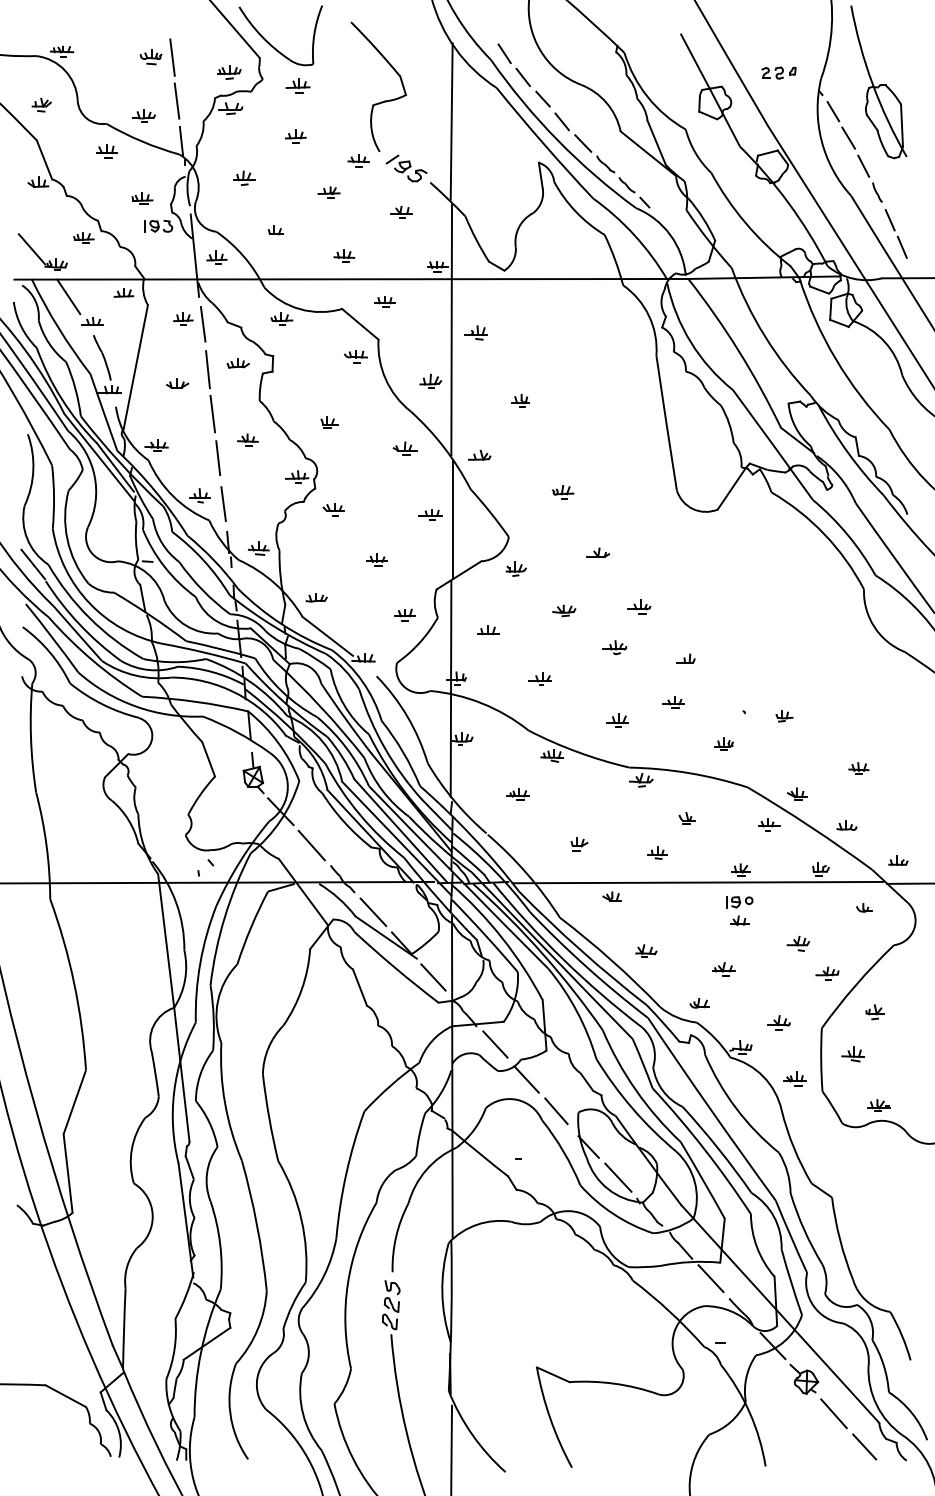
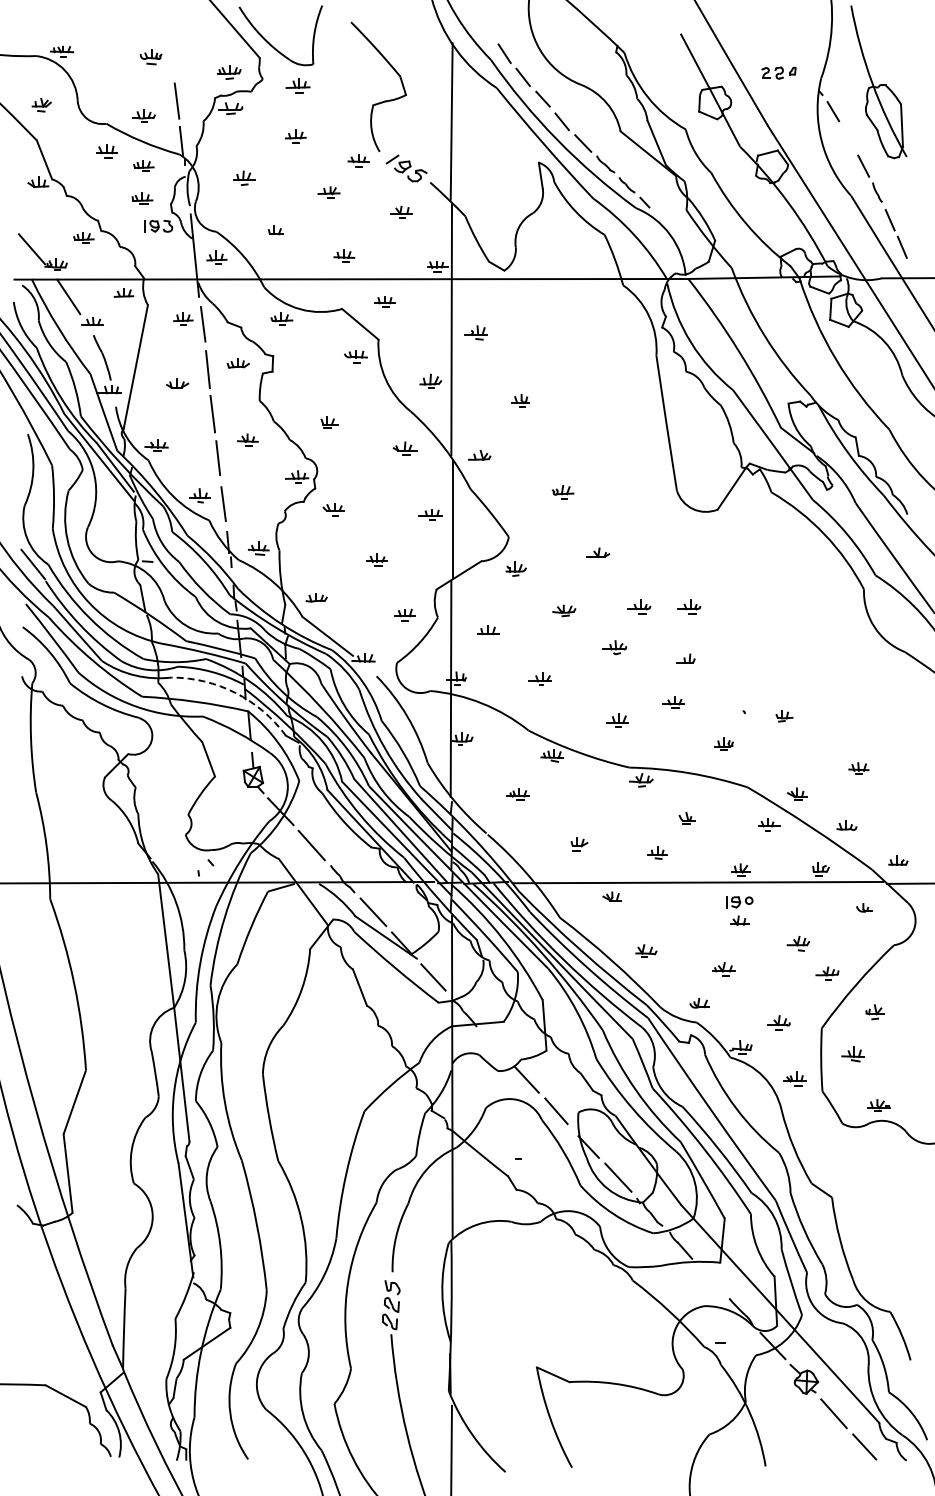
line at (172, 57): present -> none
line at (848, 137): present -> none
part at (143, 165): none -> present
part at (689, 606): none -> present
arc at (235, 693): solid -> dashed
line at (495, 1044): present -> none
line at (710, 1278): present -> none
